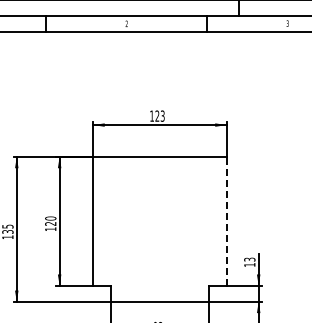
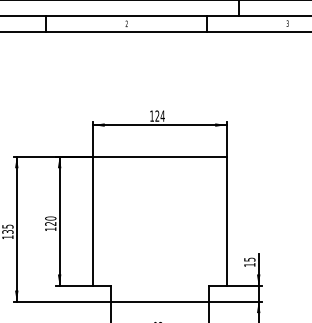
text at (162, 115): 123 -> 124
line at (226, 220): dashed -> solid
text at (249, 259): 13 -> 15
